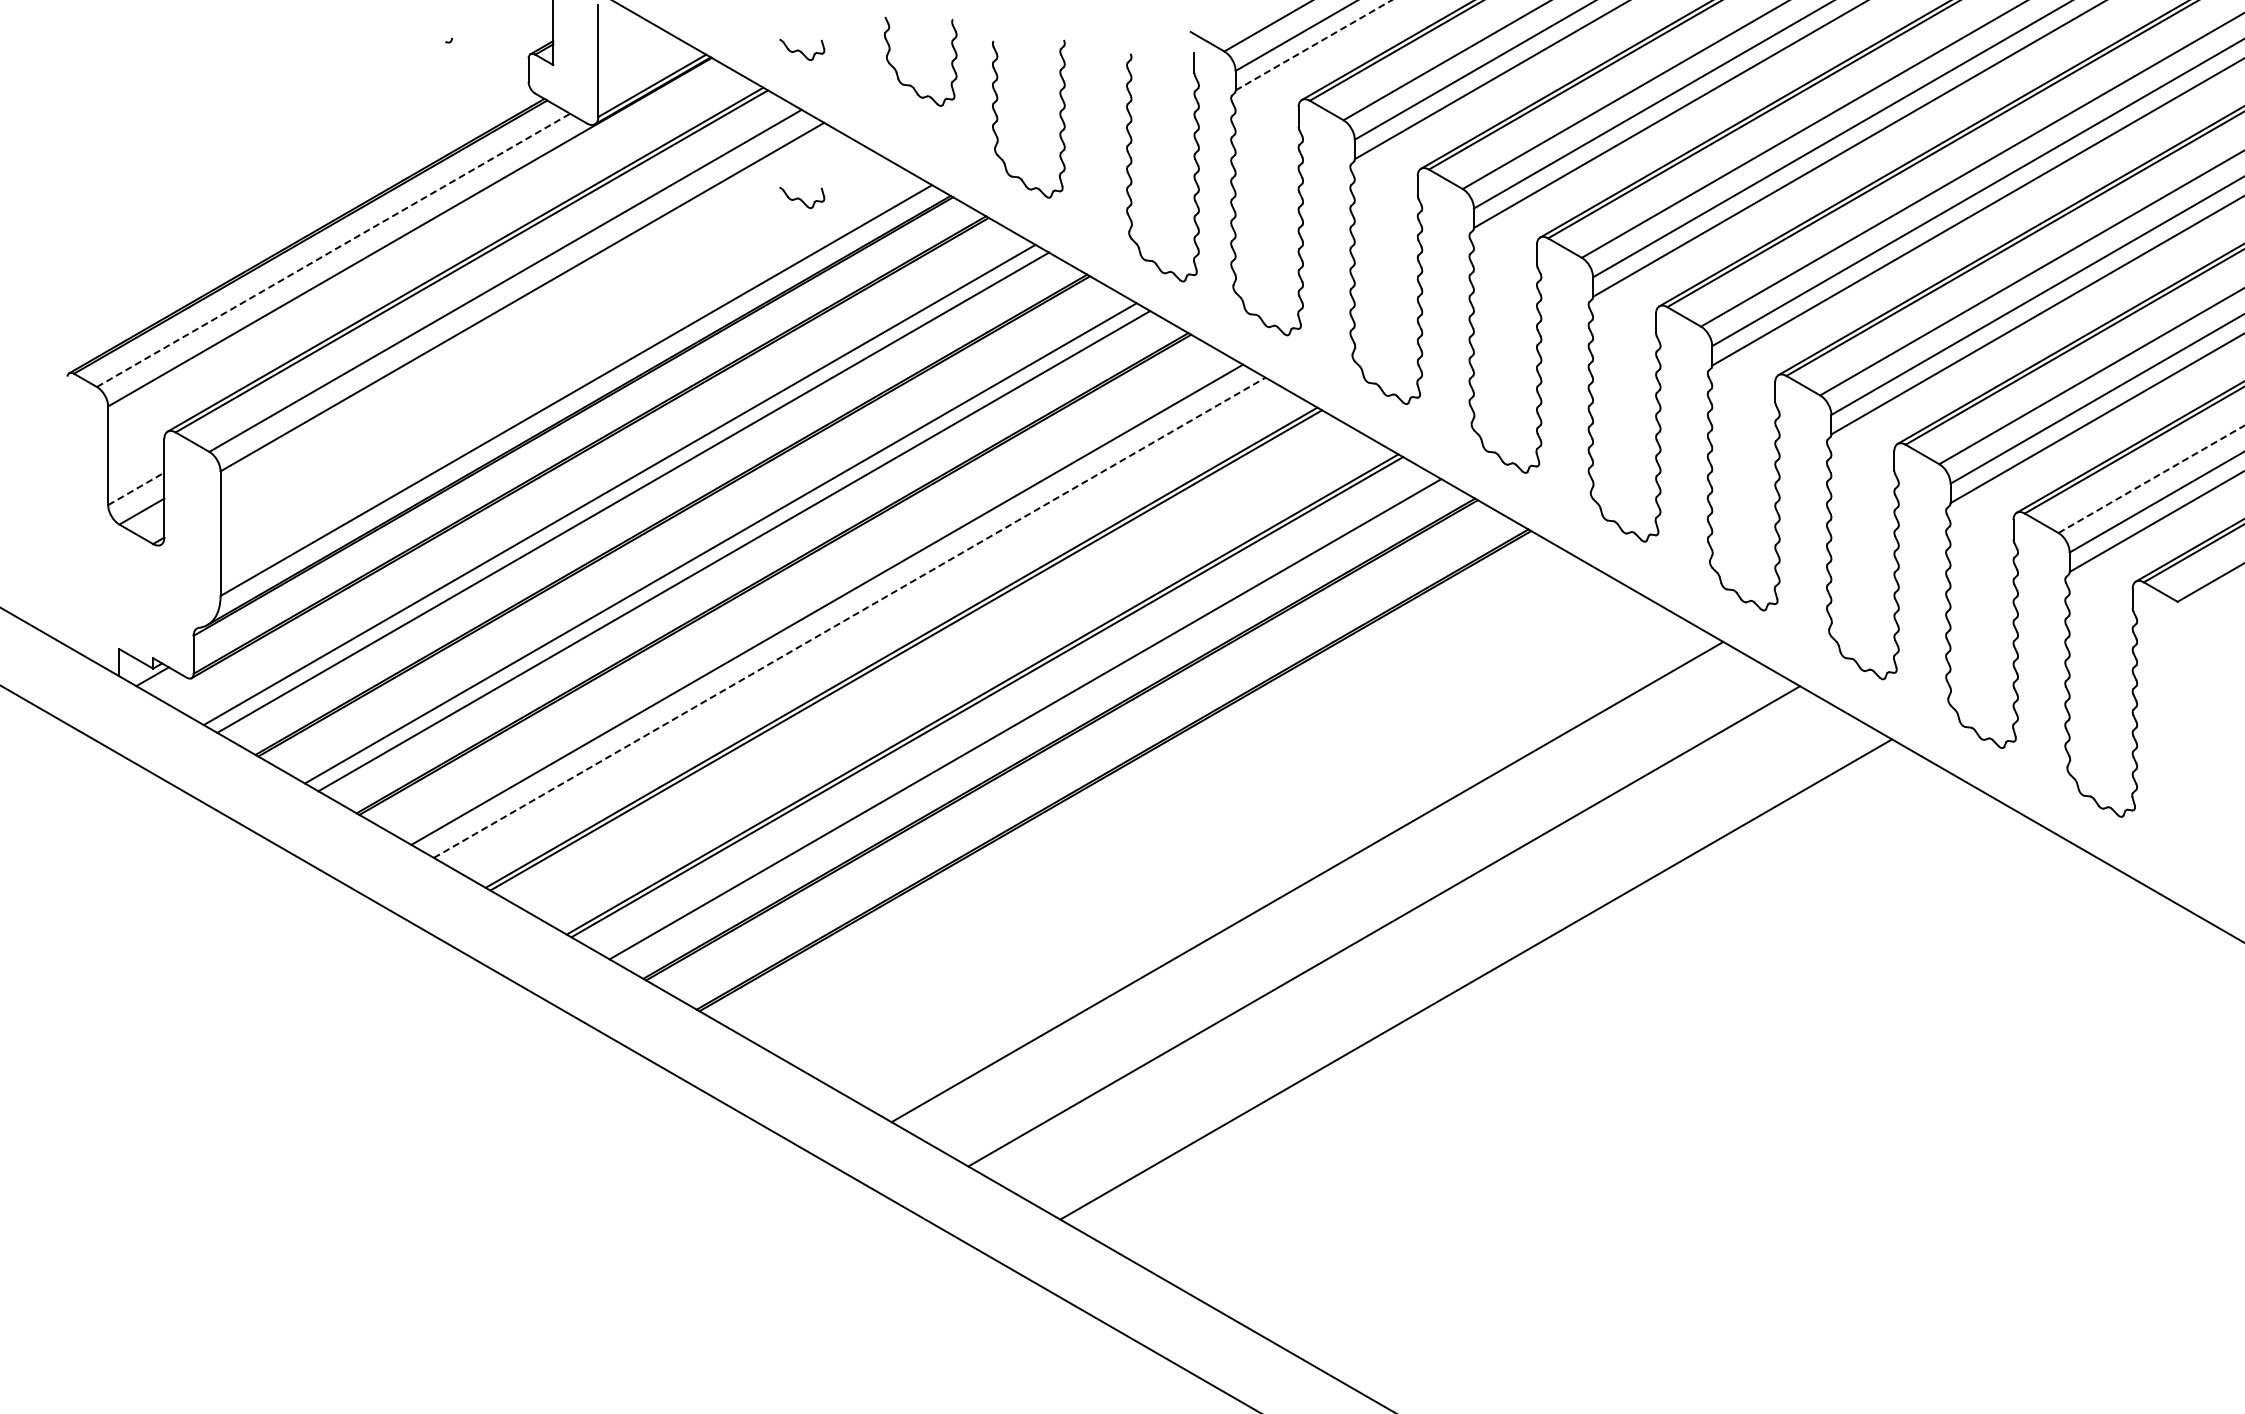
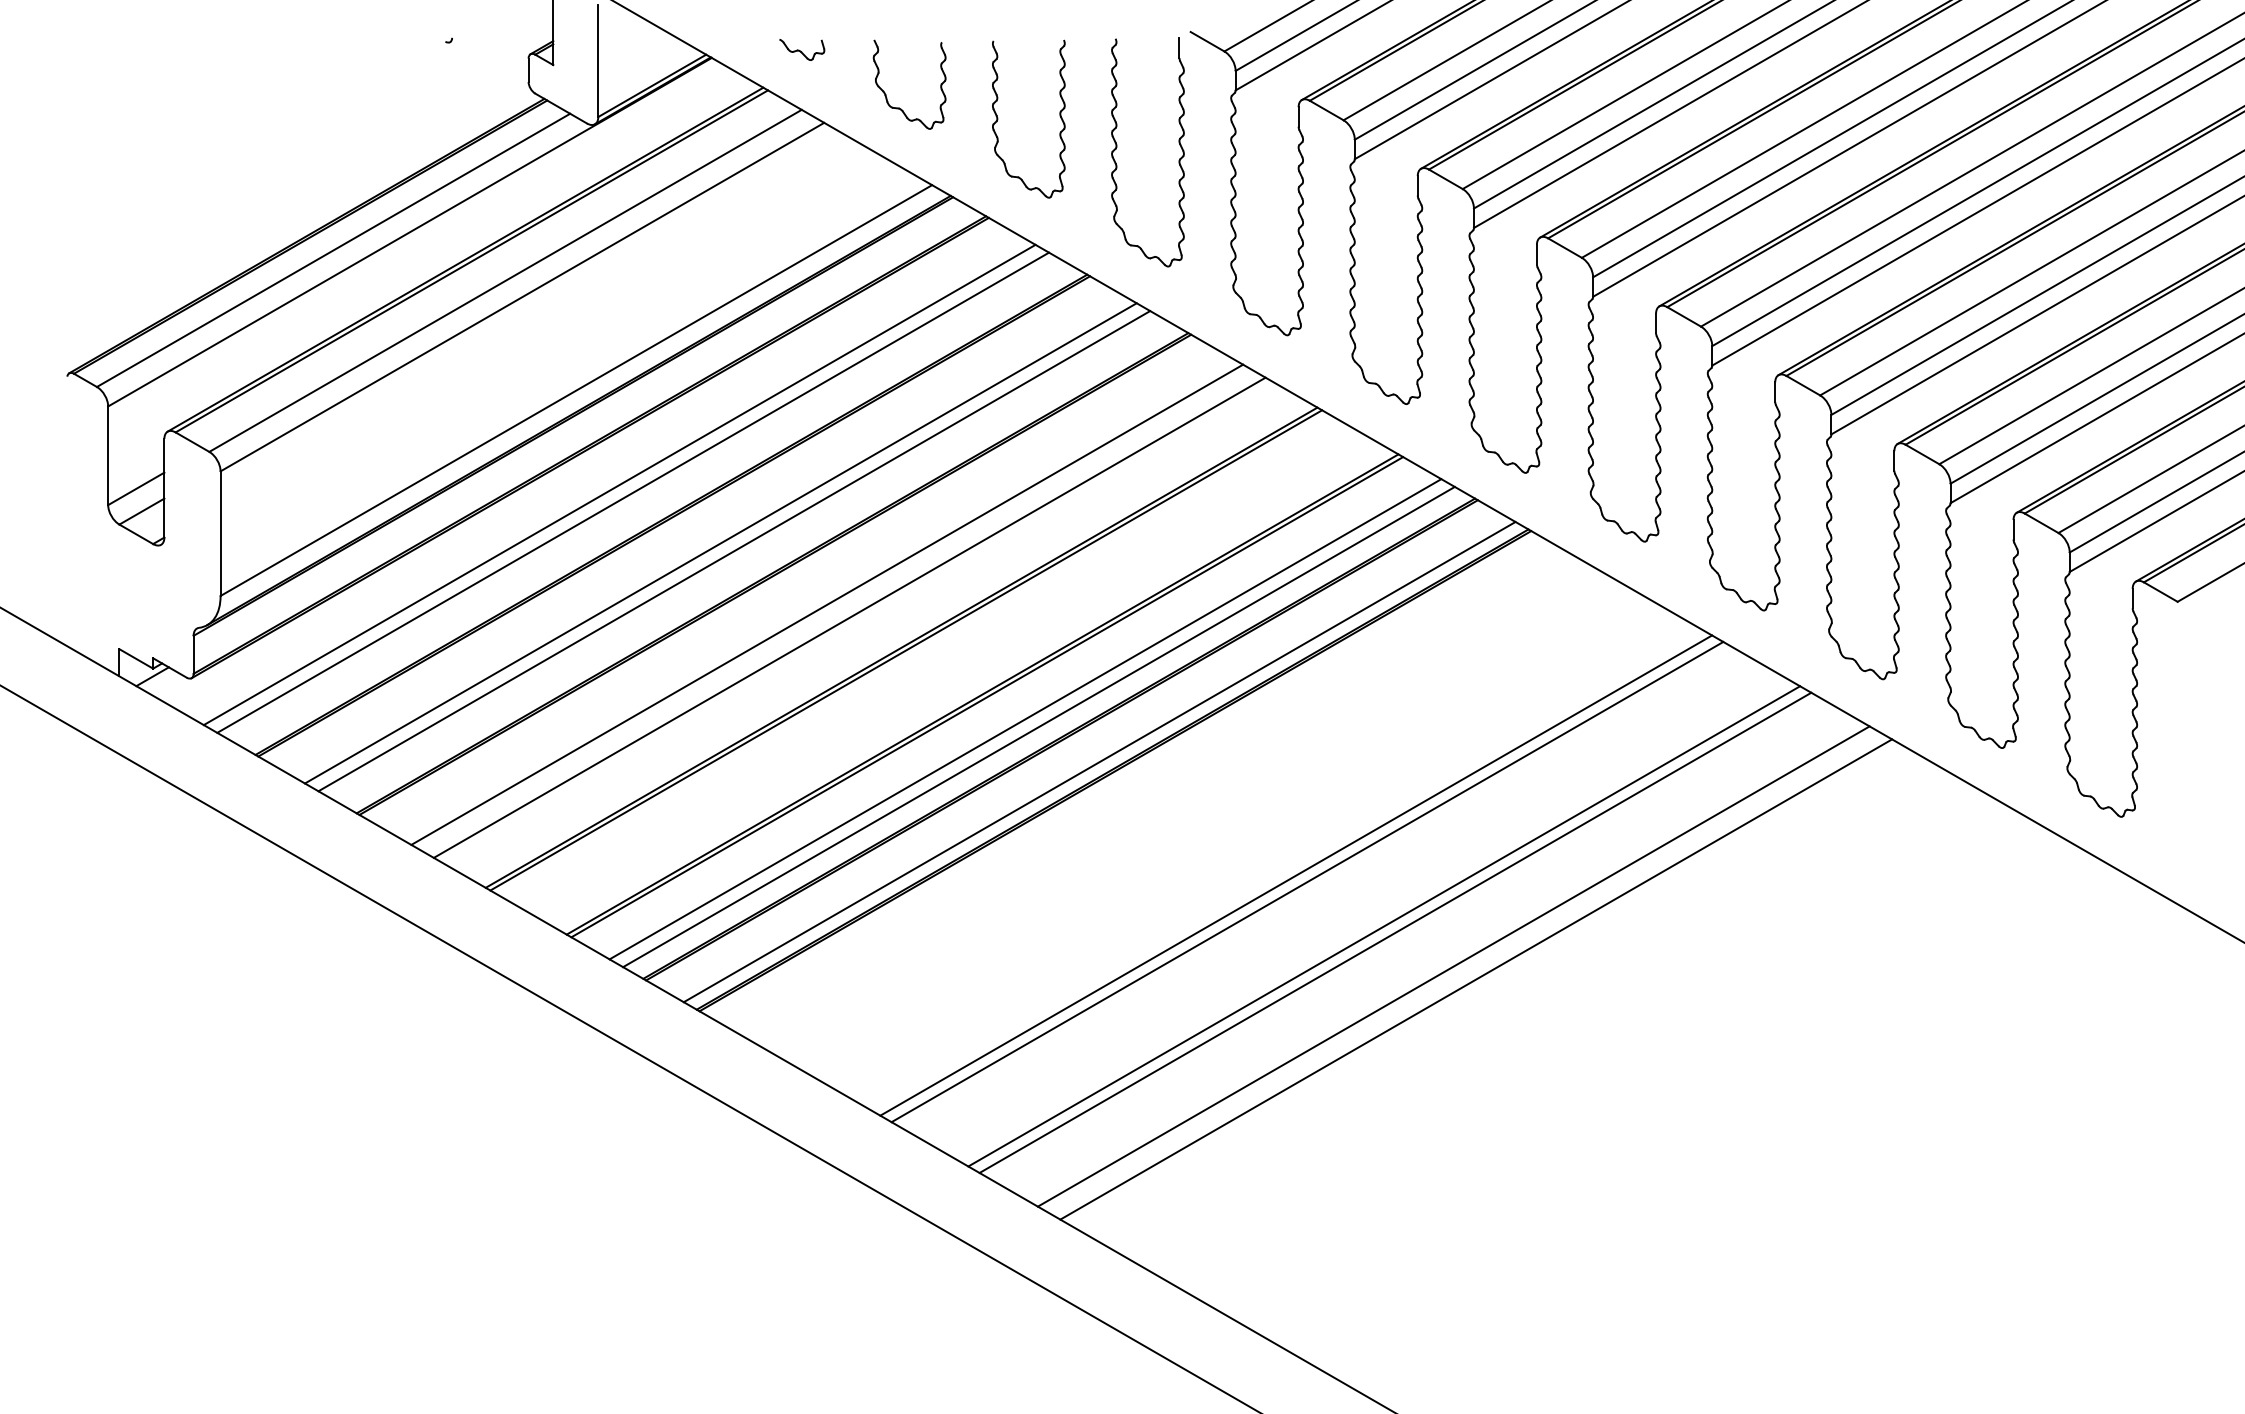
line at (1313, 45): dashed -> solid
part at (897, 71) position: (897, 71) -> (886, 94)
part at (1132, 162) position: (1132, 162) -> (1117, 147)
part at (802, 197): present -> none
line at (334, 250): dashed -> solid
line at (2152, 479): dashed -> solid
line at (136, 488): dashed -> solid
line at (850, 617): dashed -> solid
line at (1038, 726): none -> present
line at (1099, 761): none -> present
line at (1296, 875): none -> present
line at (1395, 932): none -> present
line at (1453, 966): none -> present
